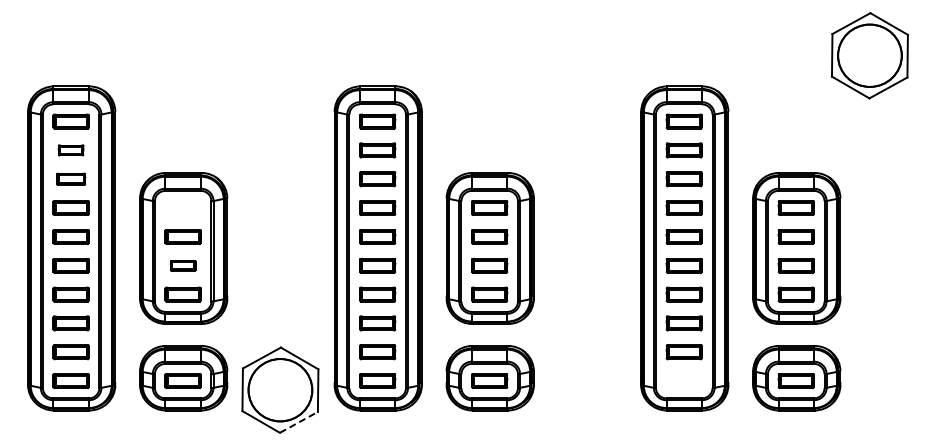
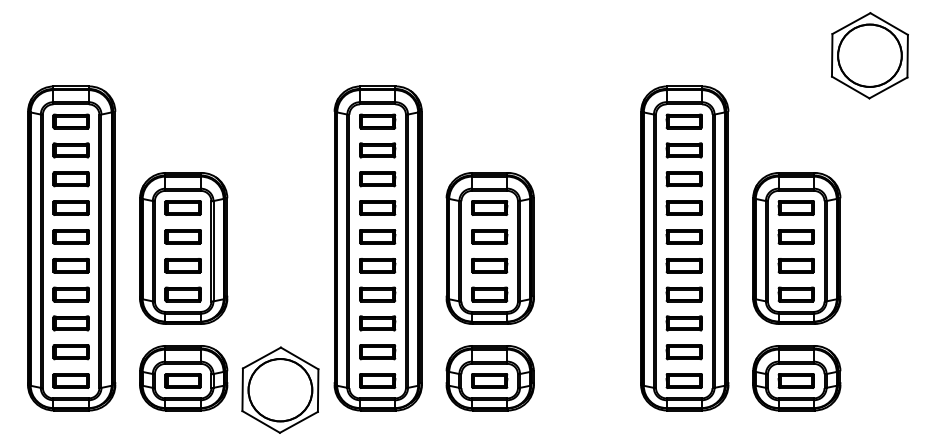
part at (70, 150) size: 28x13 px -> 38x17 px
part at (71, 178) size: 31x14 px -> 38x17 px
part at (182, 207): none -> present
part at (182, 265) size: 28x12 px -> 38x16 px
part at (683, 380): none -> present
line at (298, 422): dashed -> solid
